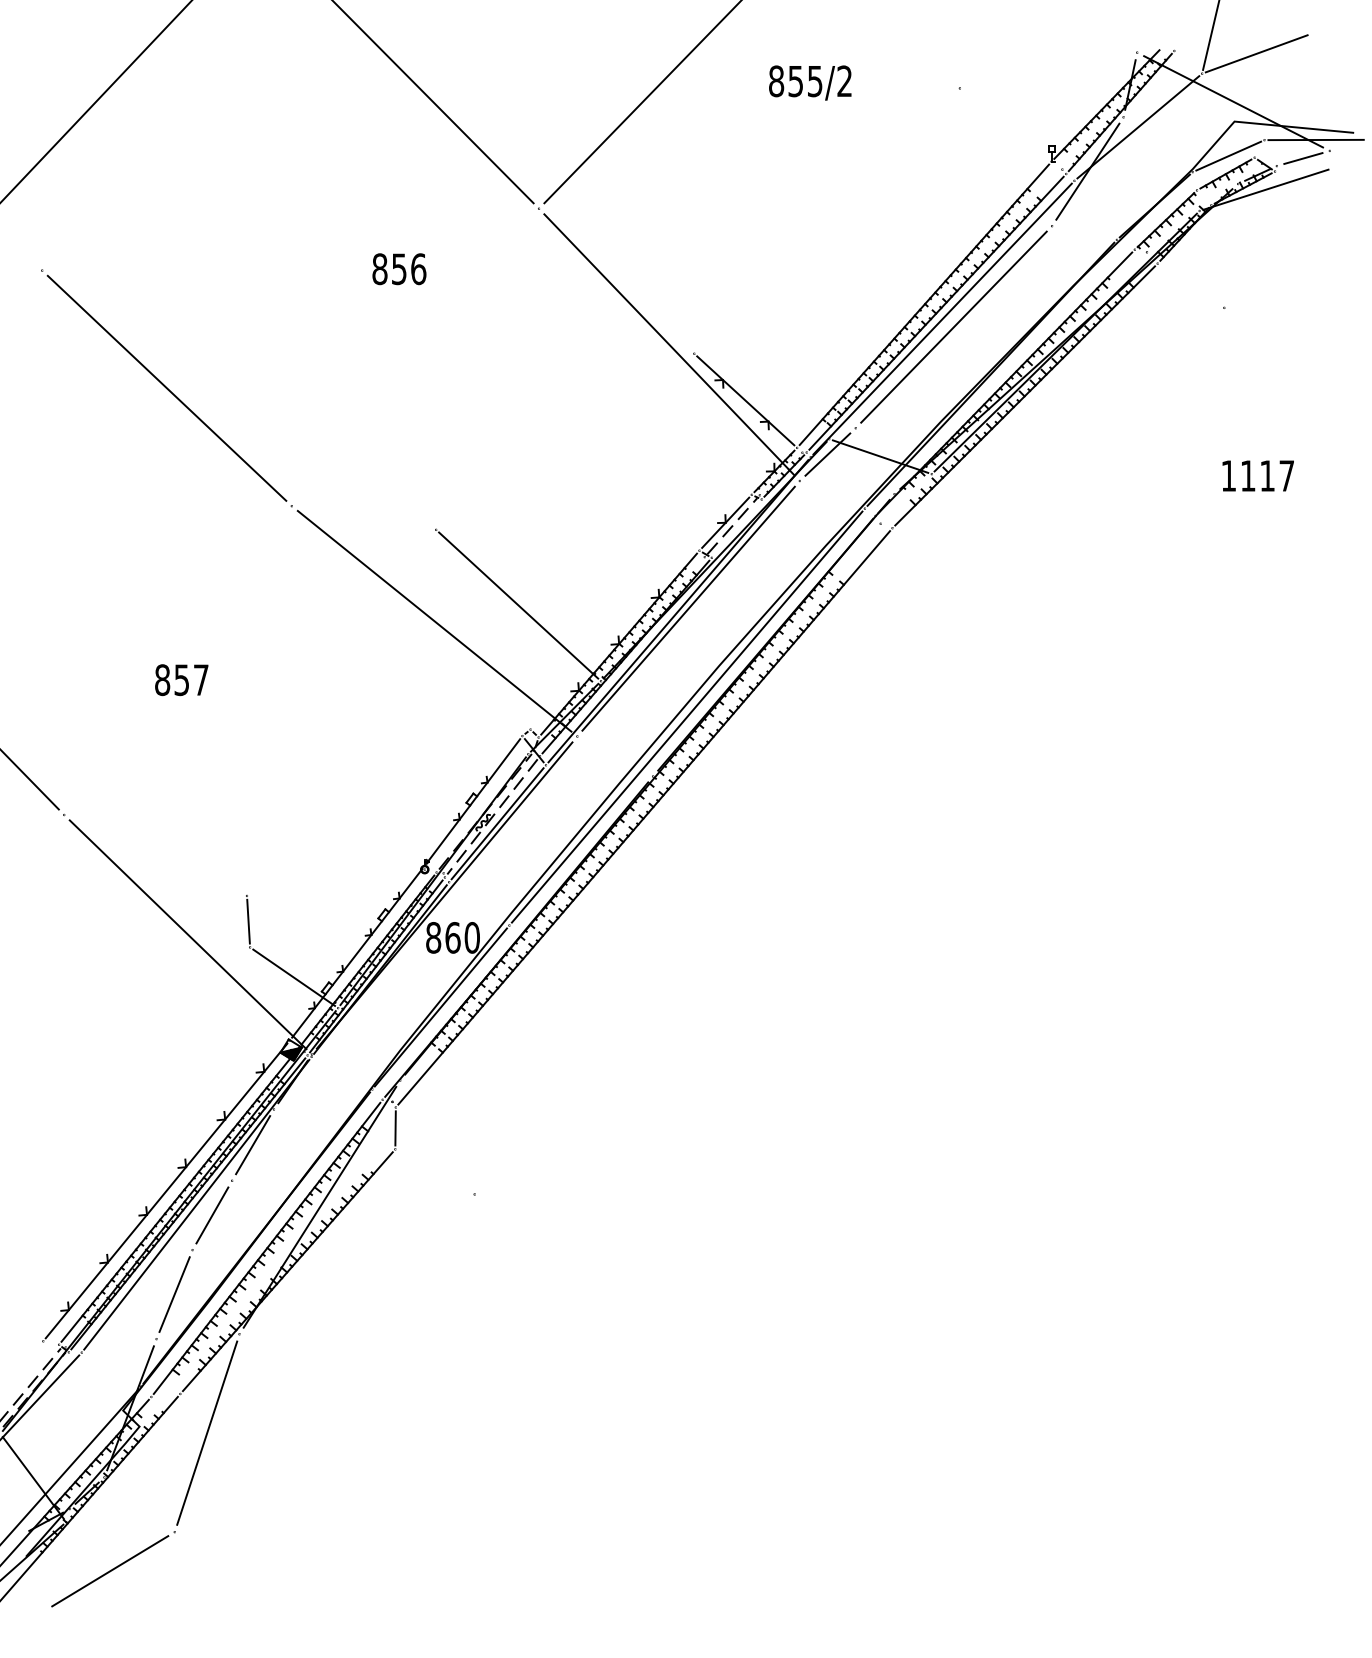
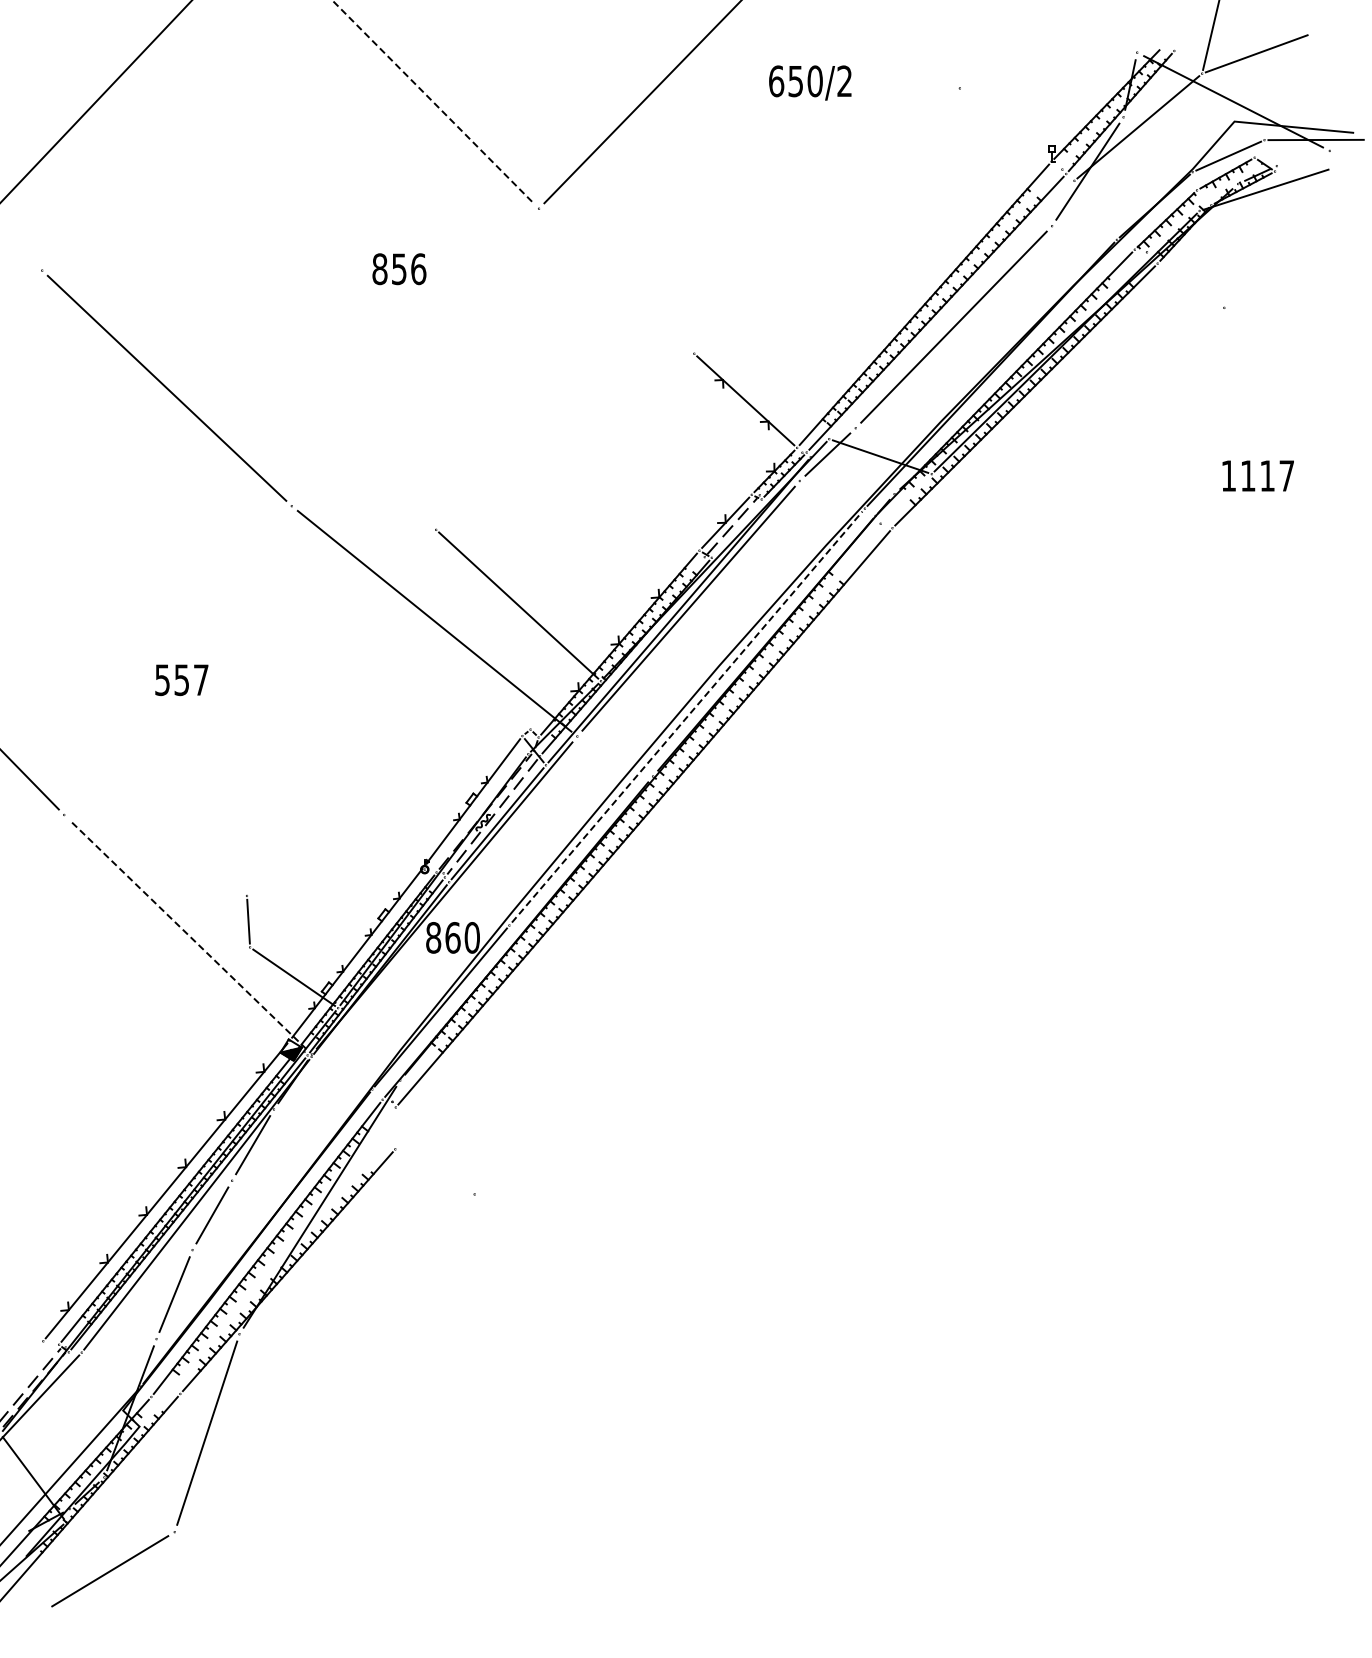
text at (795, 81): 855/2 -> 650/2
line at (433, 102): solid -> dashed
line at (1303, 158): present -> none
line at (942, 318): present -> none
line at (669, 344): present -> none
text at (162, 680): 857 -> 557
line at (687, 716): solid -> dashed
line at (188, 934): solid -> dashed
line at (395, 1128): present -> none
